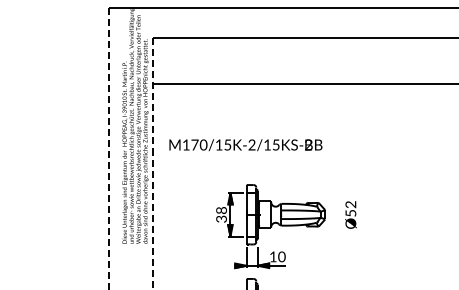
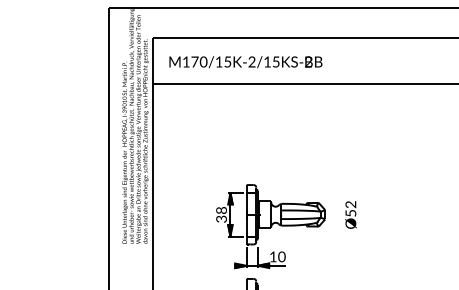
text at (245, 145) position: (245, 145) -> (245, 62)
line at (108, 148): dashed -> solid
line at (152, 164): dashed -> solid
